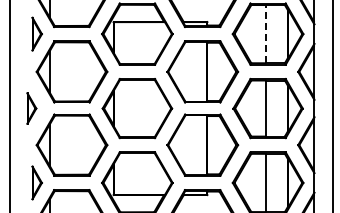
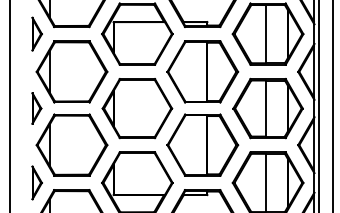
line at (266, 33): dashed -> solid
line at (319, 105): none -> present
part at (31, 108) position: (31, 108) -> (36, 108)
